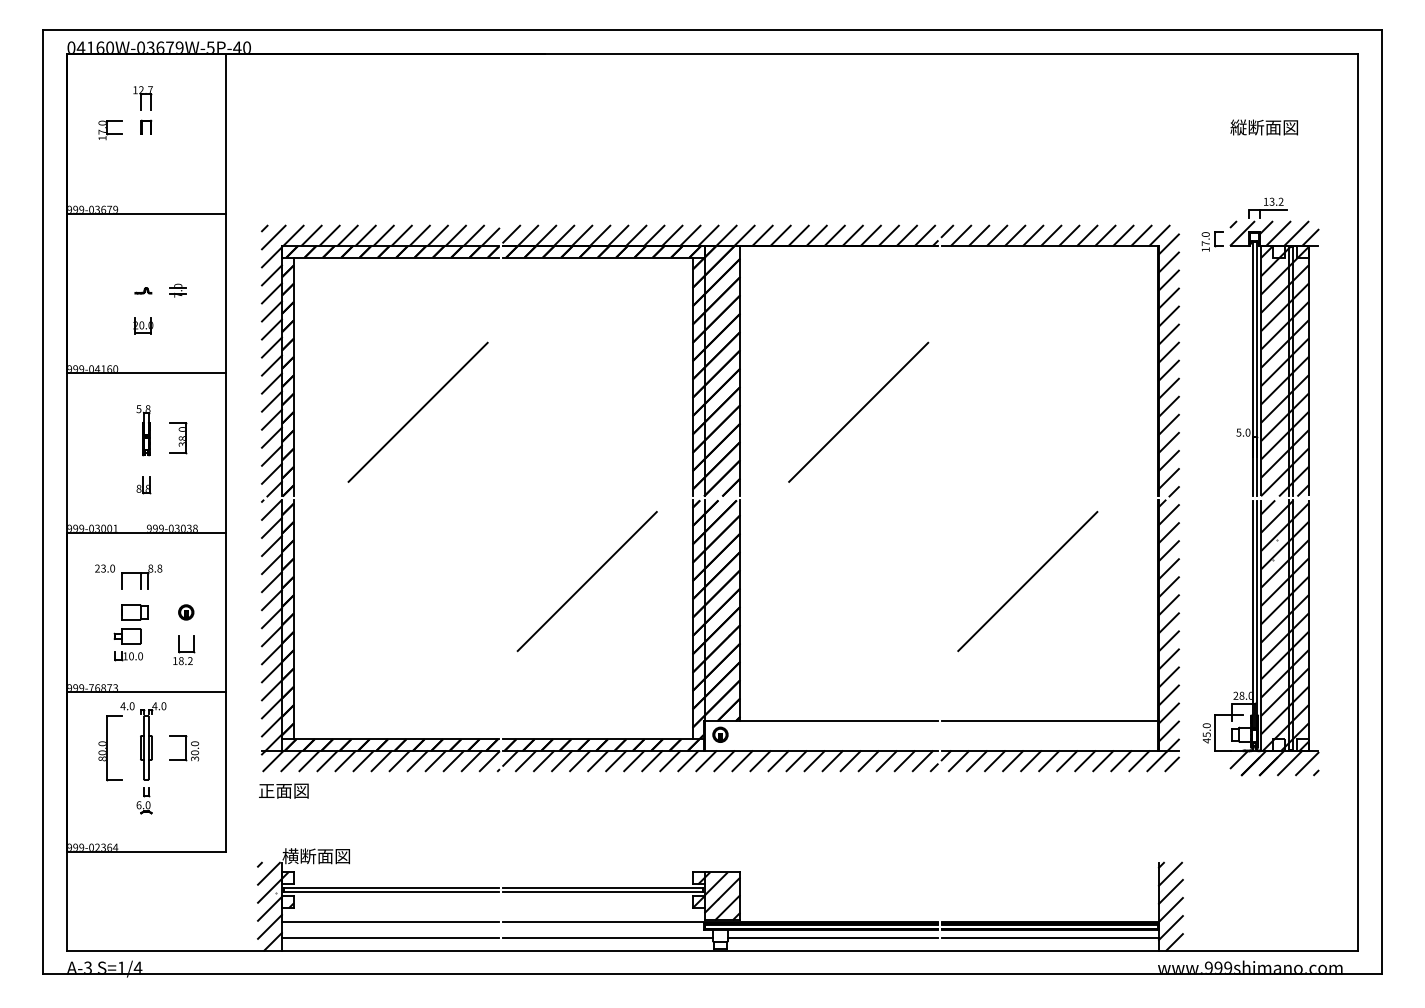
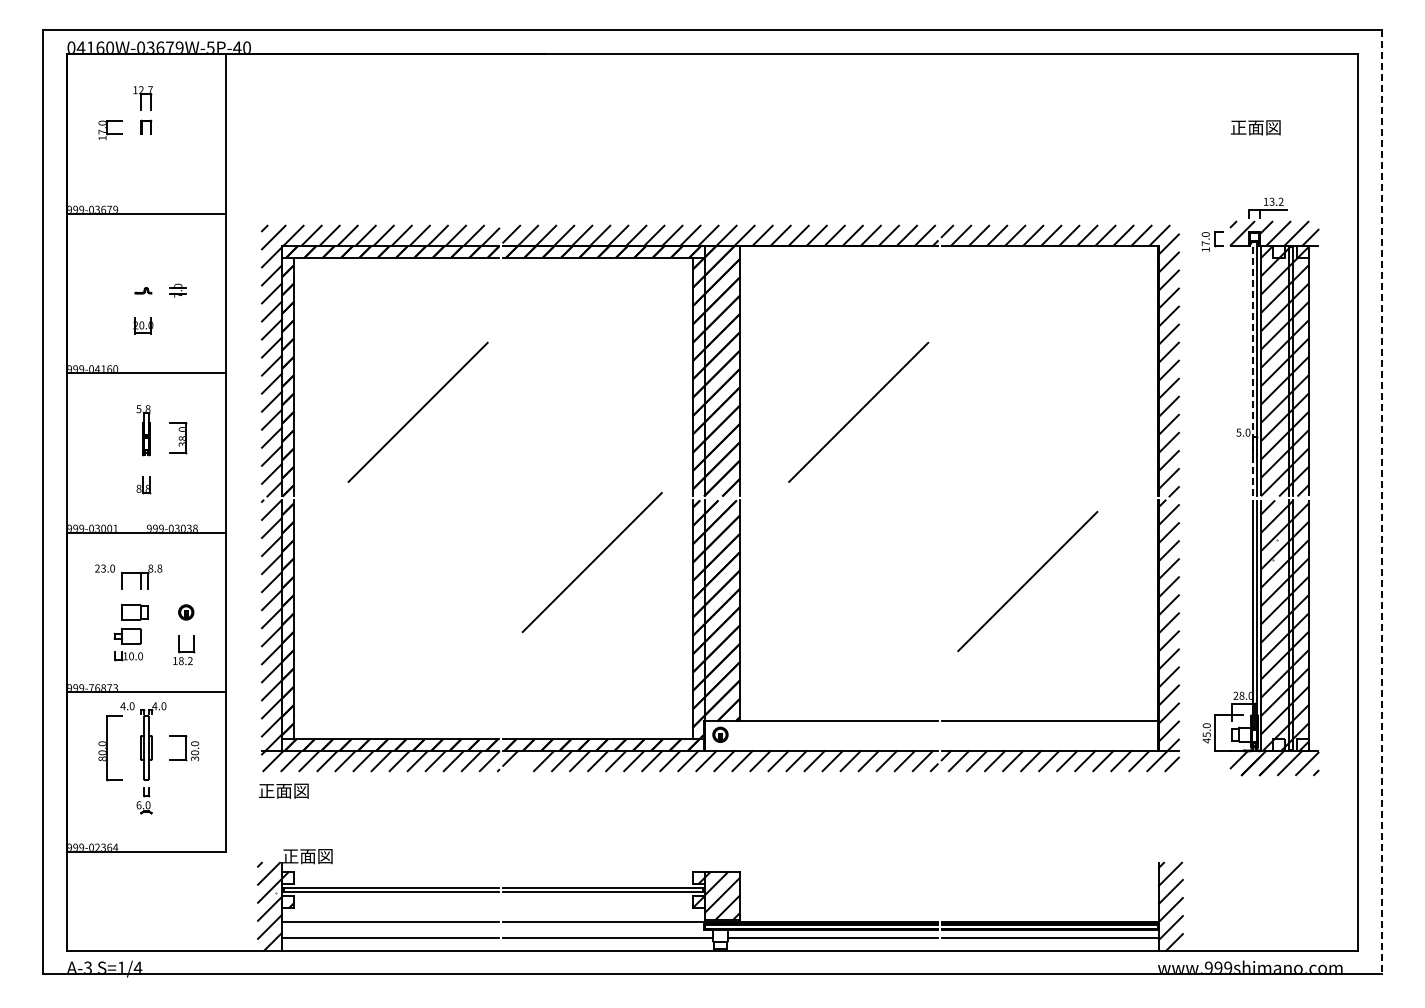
text at (1264, 127): 縦断面図 -> 正面図
line at (1252, 368): solid -> dashed
line at (1382, 502): solid -> dashed
line at (586, 581) position: (586, 581) -> (591, 562)
line at (525, 761): present -> none
text at (315, 856): 横断面図 -> 正面図
